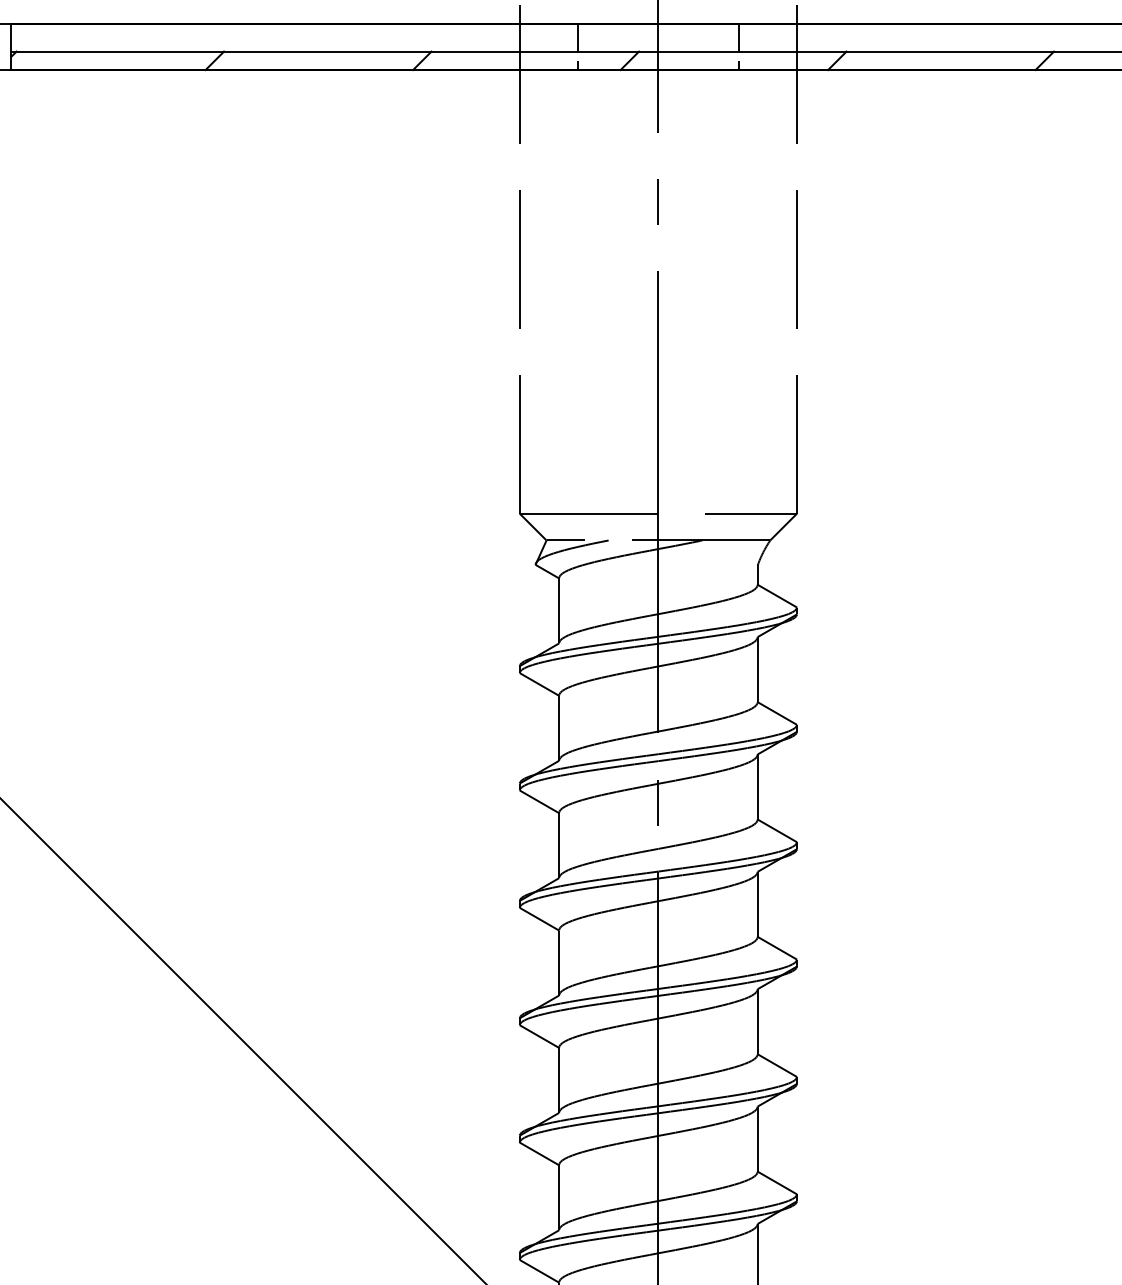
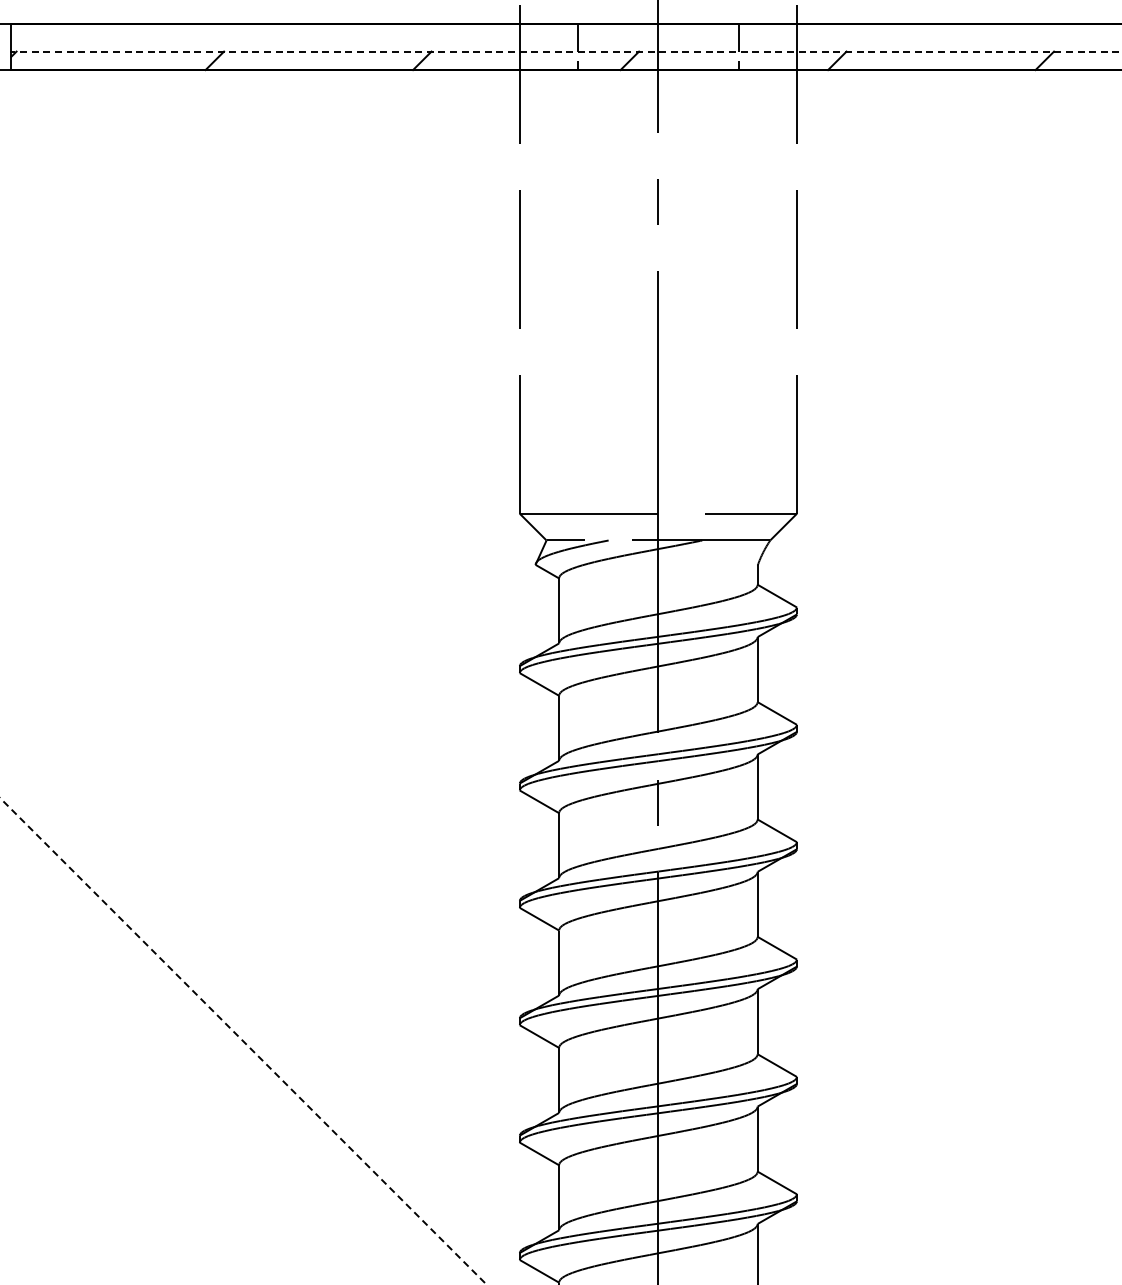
line at (566, 51): solid -> dashed
line at (243, 1041): solid -> dashed
